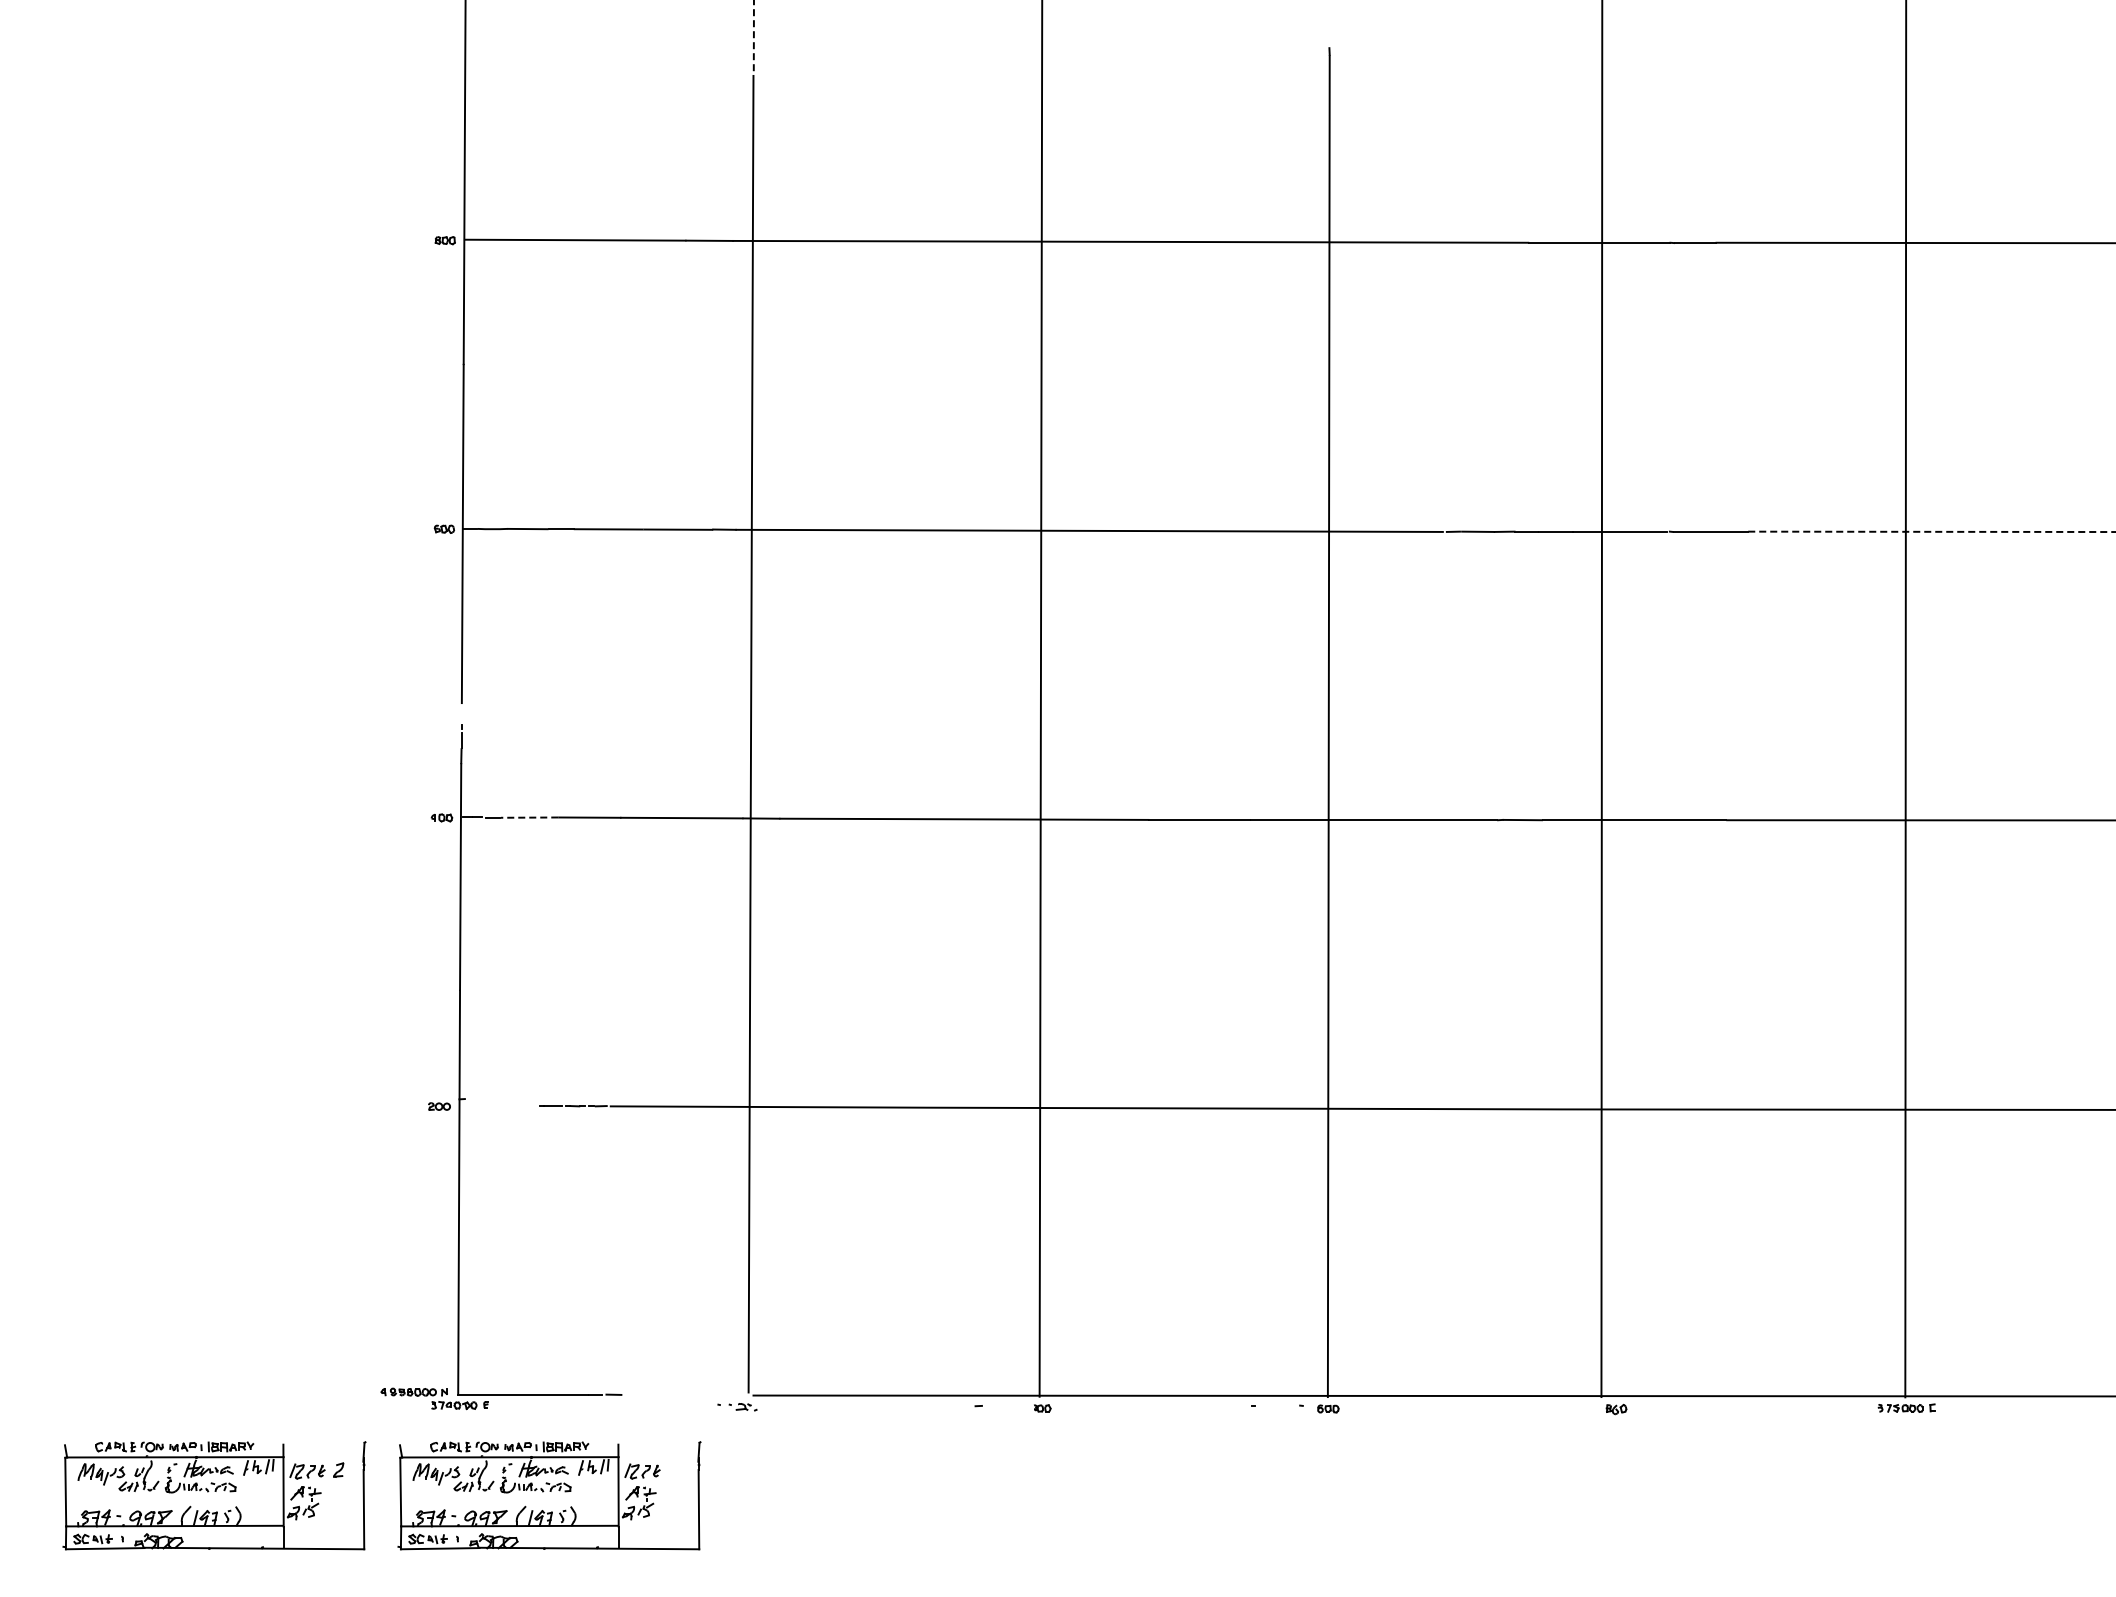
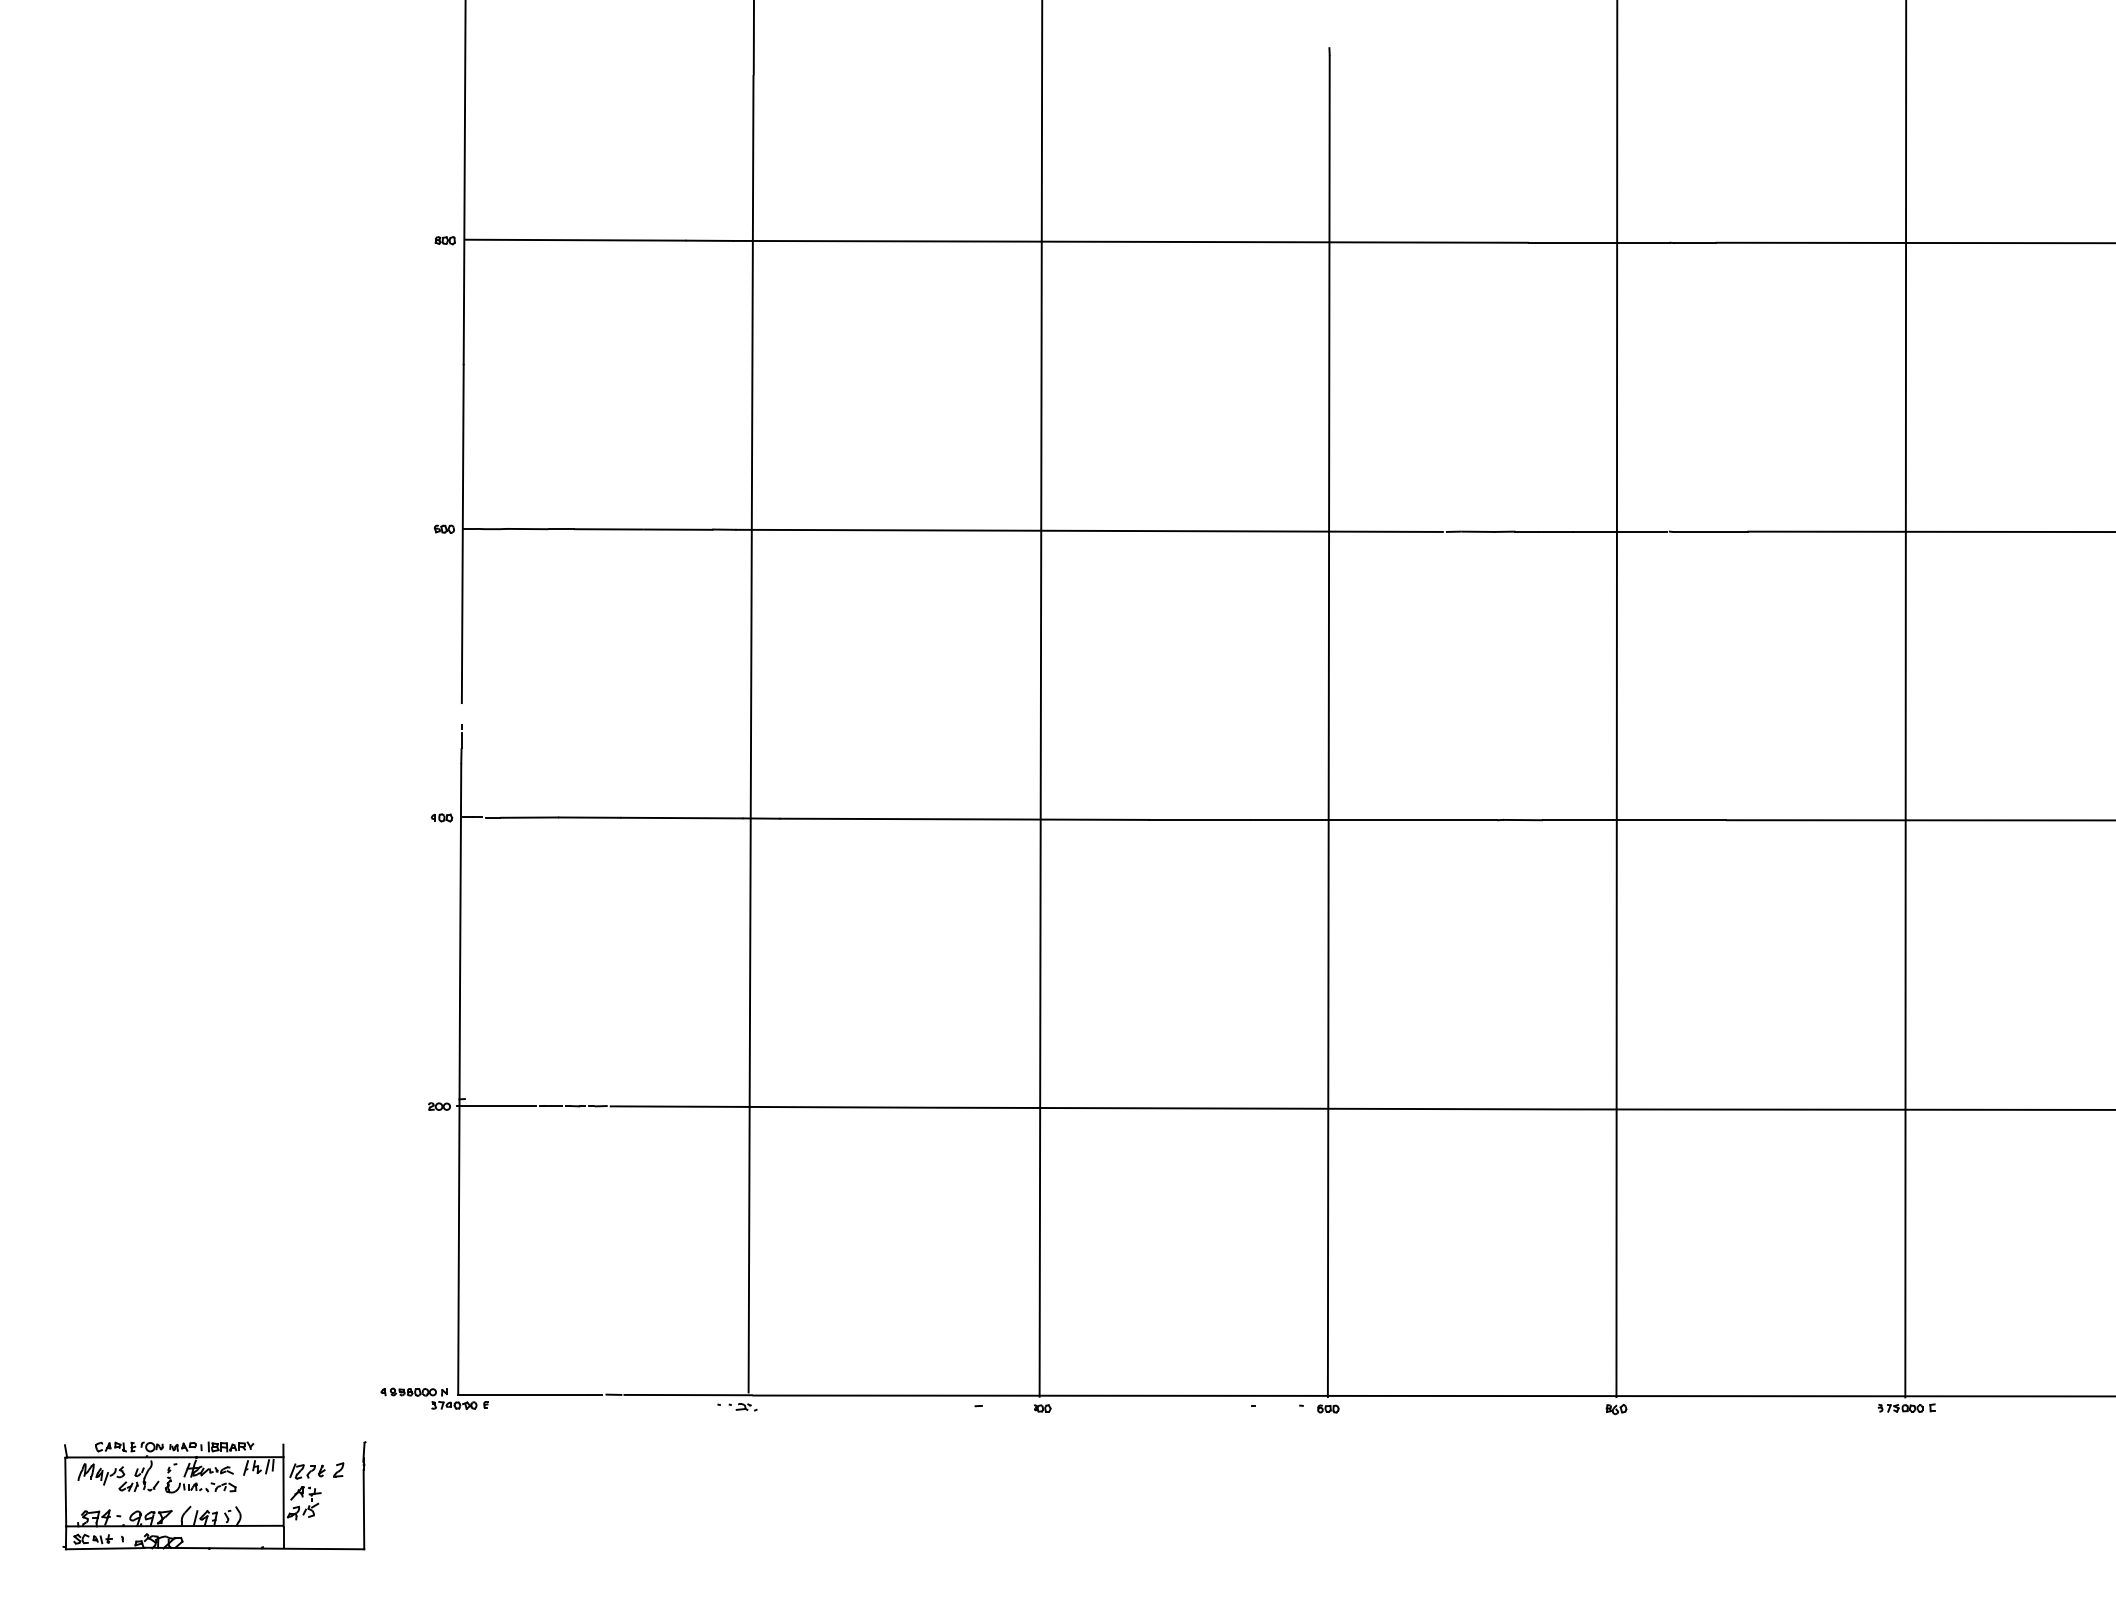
line at (753, 37): dashed -> solid
line at (1932, 531): dashed -> solid
line at (1601, 699) position: (1601, 699) -> (1616, 699)
line at (529, 817): dashed -> solid
line at (495, 1106): none -> present
line at (687, 1394): none -> present
part at (549, 1495): present -> none
